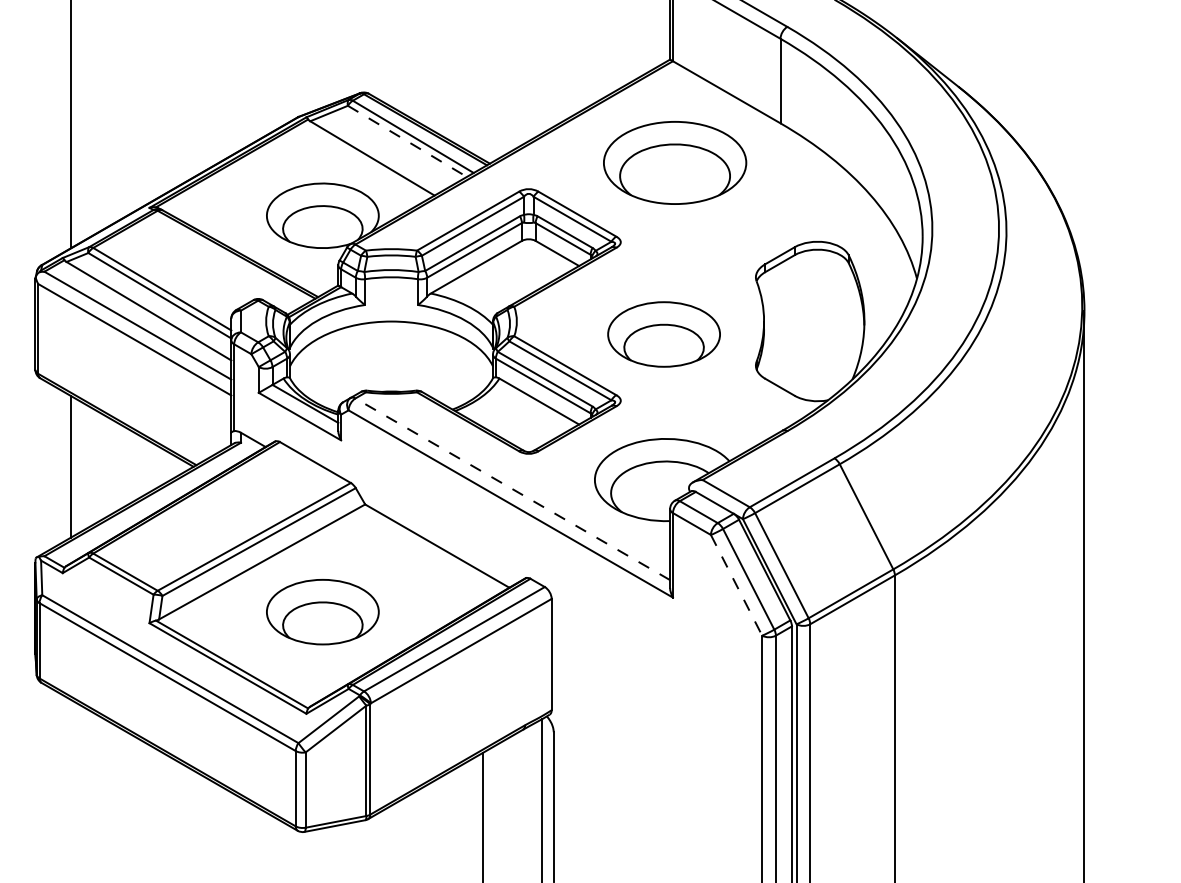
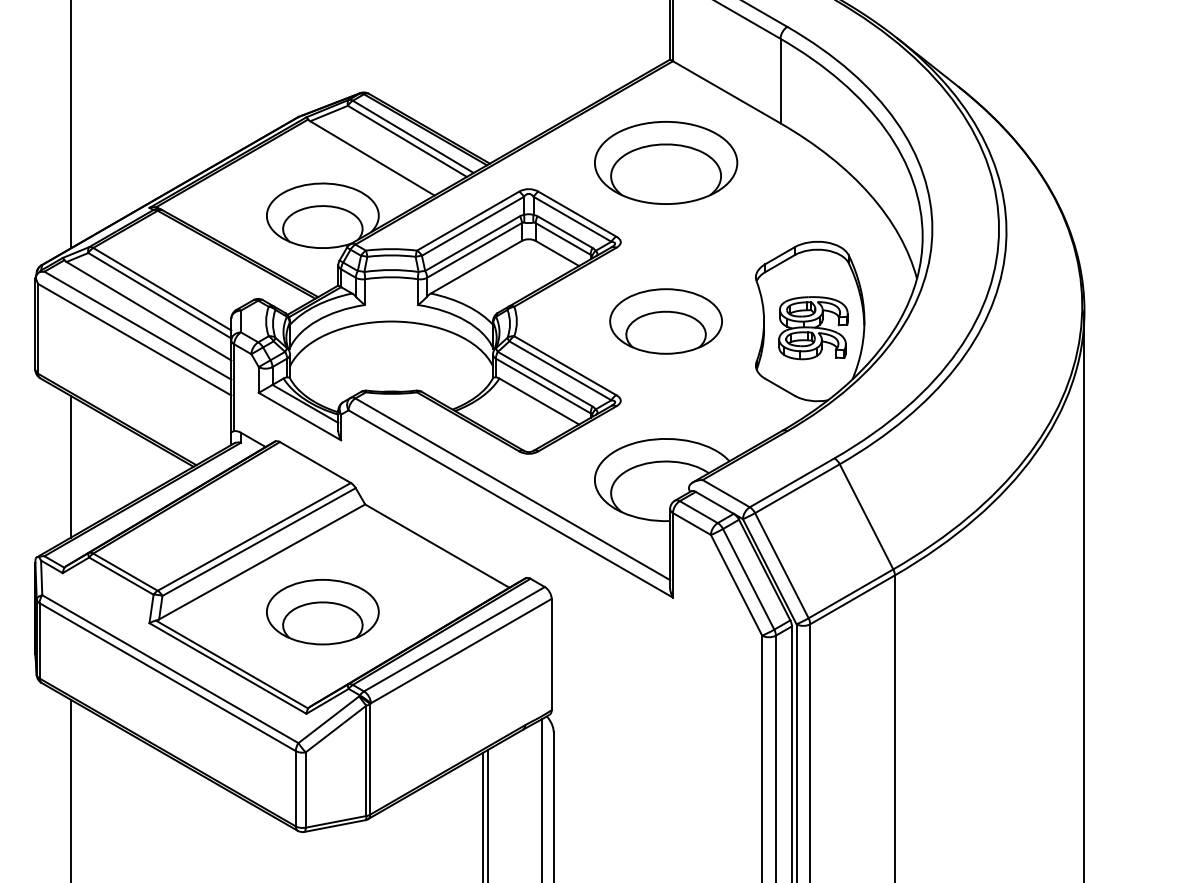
line at (407, 141): dashed -> solid
part at (675, 162) position: (675, 162) -> (666, 162)
part at (813, 328): none -> present
part at (663, 334) position: (663, 334) -> (665, 321)
line at (512, 489): dashed -> solid
line at (736, 585): dashed -> solid
line at (71, 789): none -> present
line at (487, 814): none -> present
